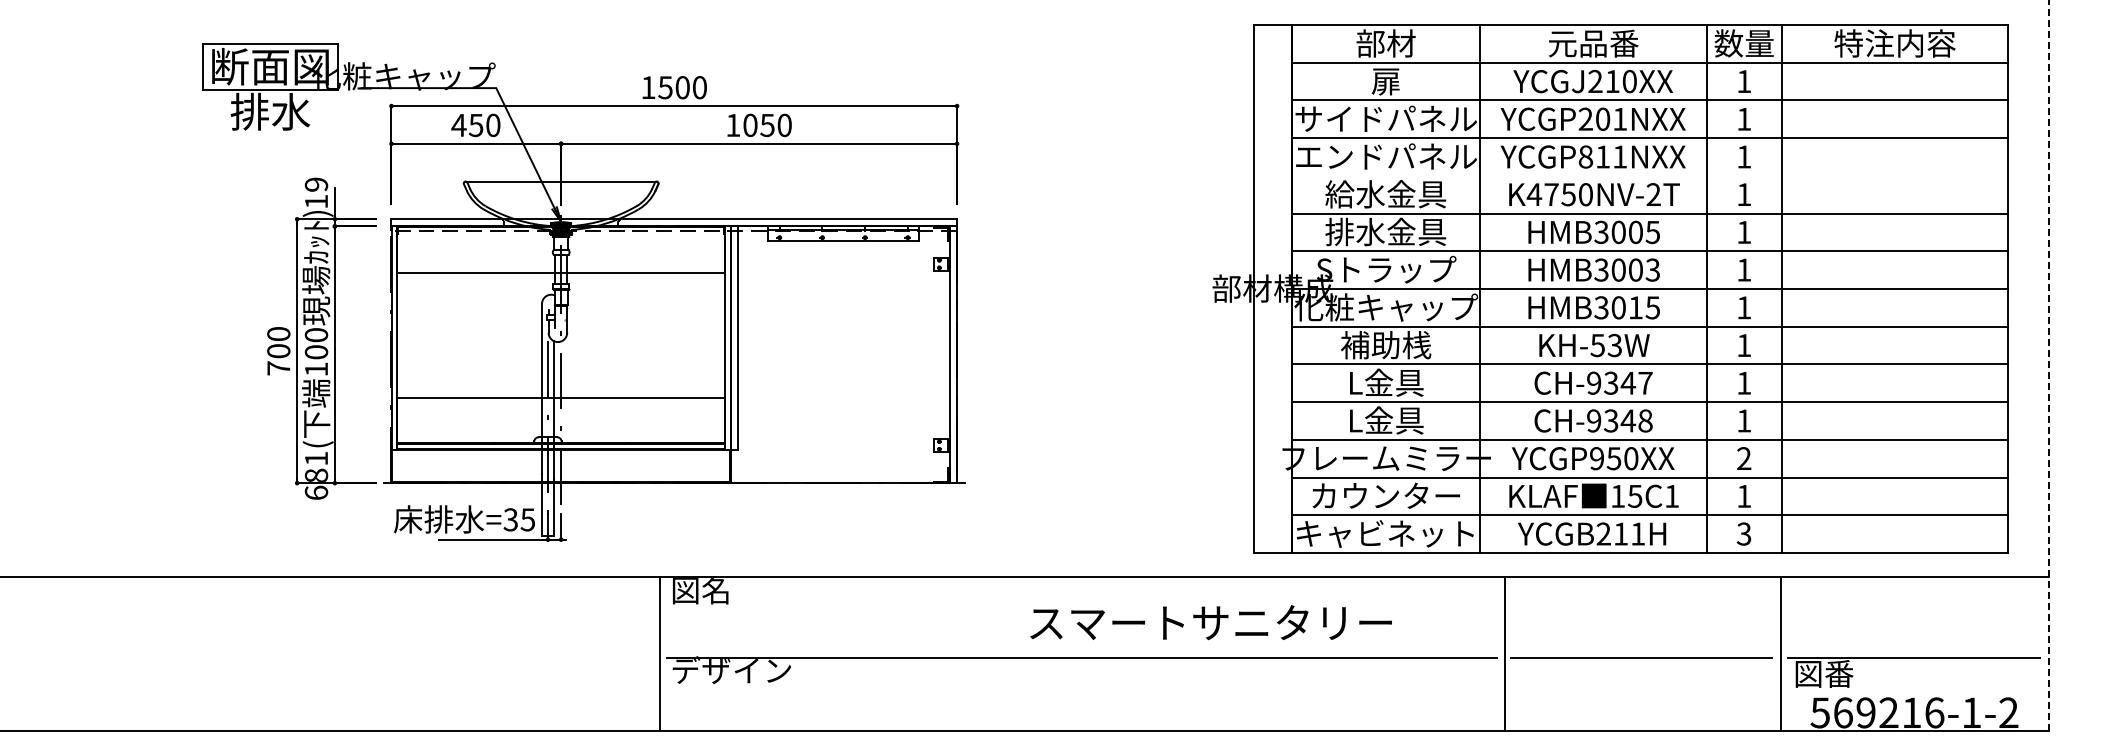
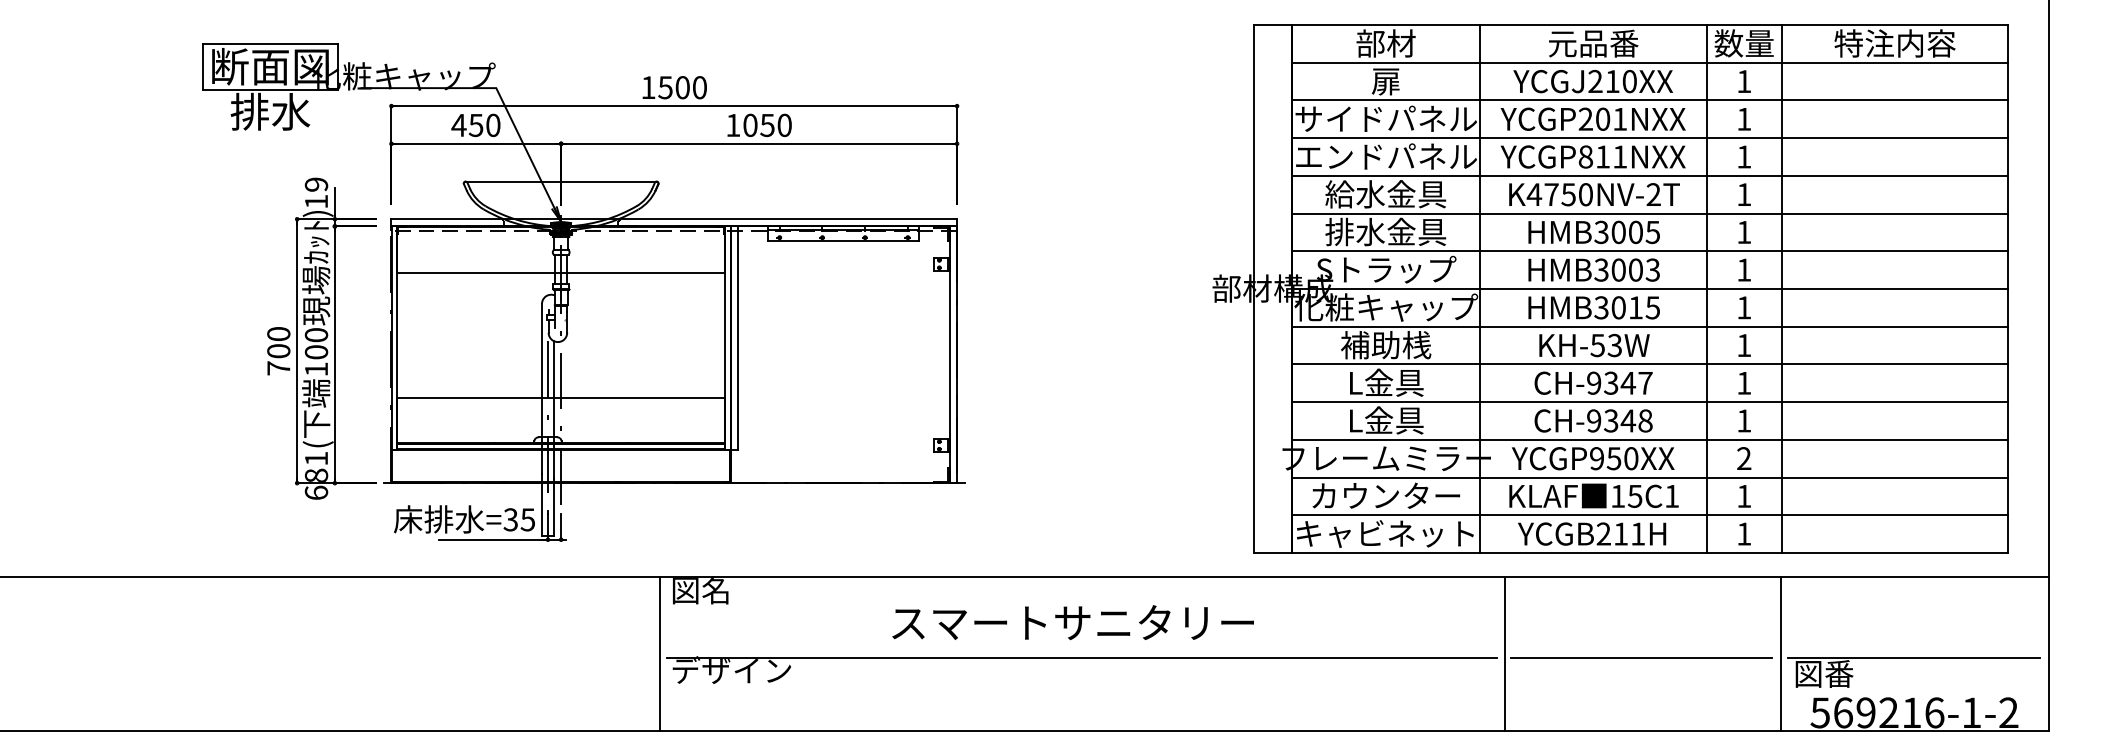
line at (1649, 175): none -> present
line at (2048, 365): dashed -> solid
text at (1743, 533): 3 -> 1
text at (1210, 622) position: (1210, 622) -> (1072, 622)
